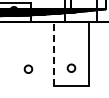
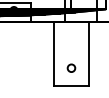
line at (54, 53): dashed -> solid
circle at (28, 68): present -> none
